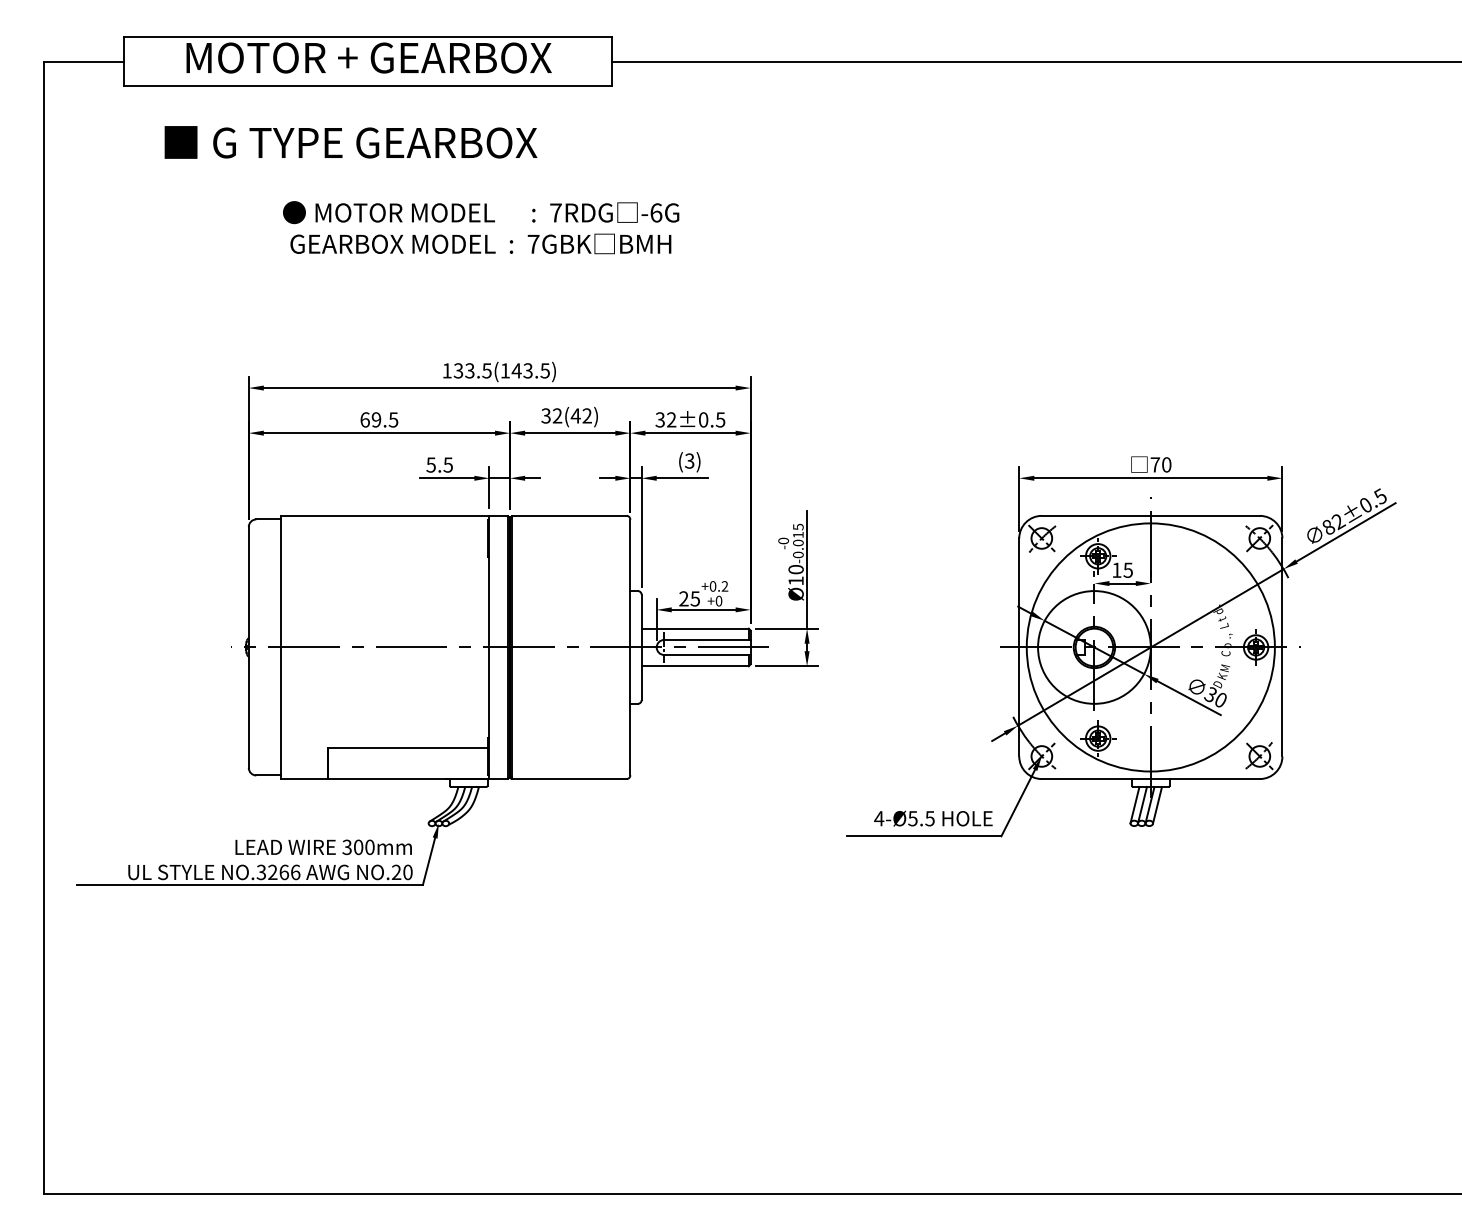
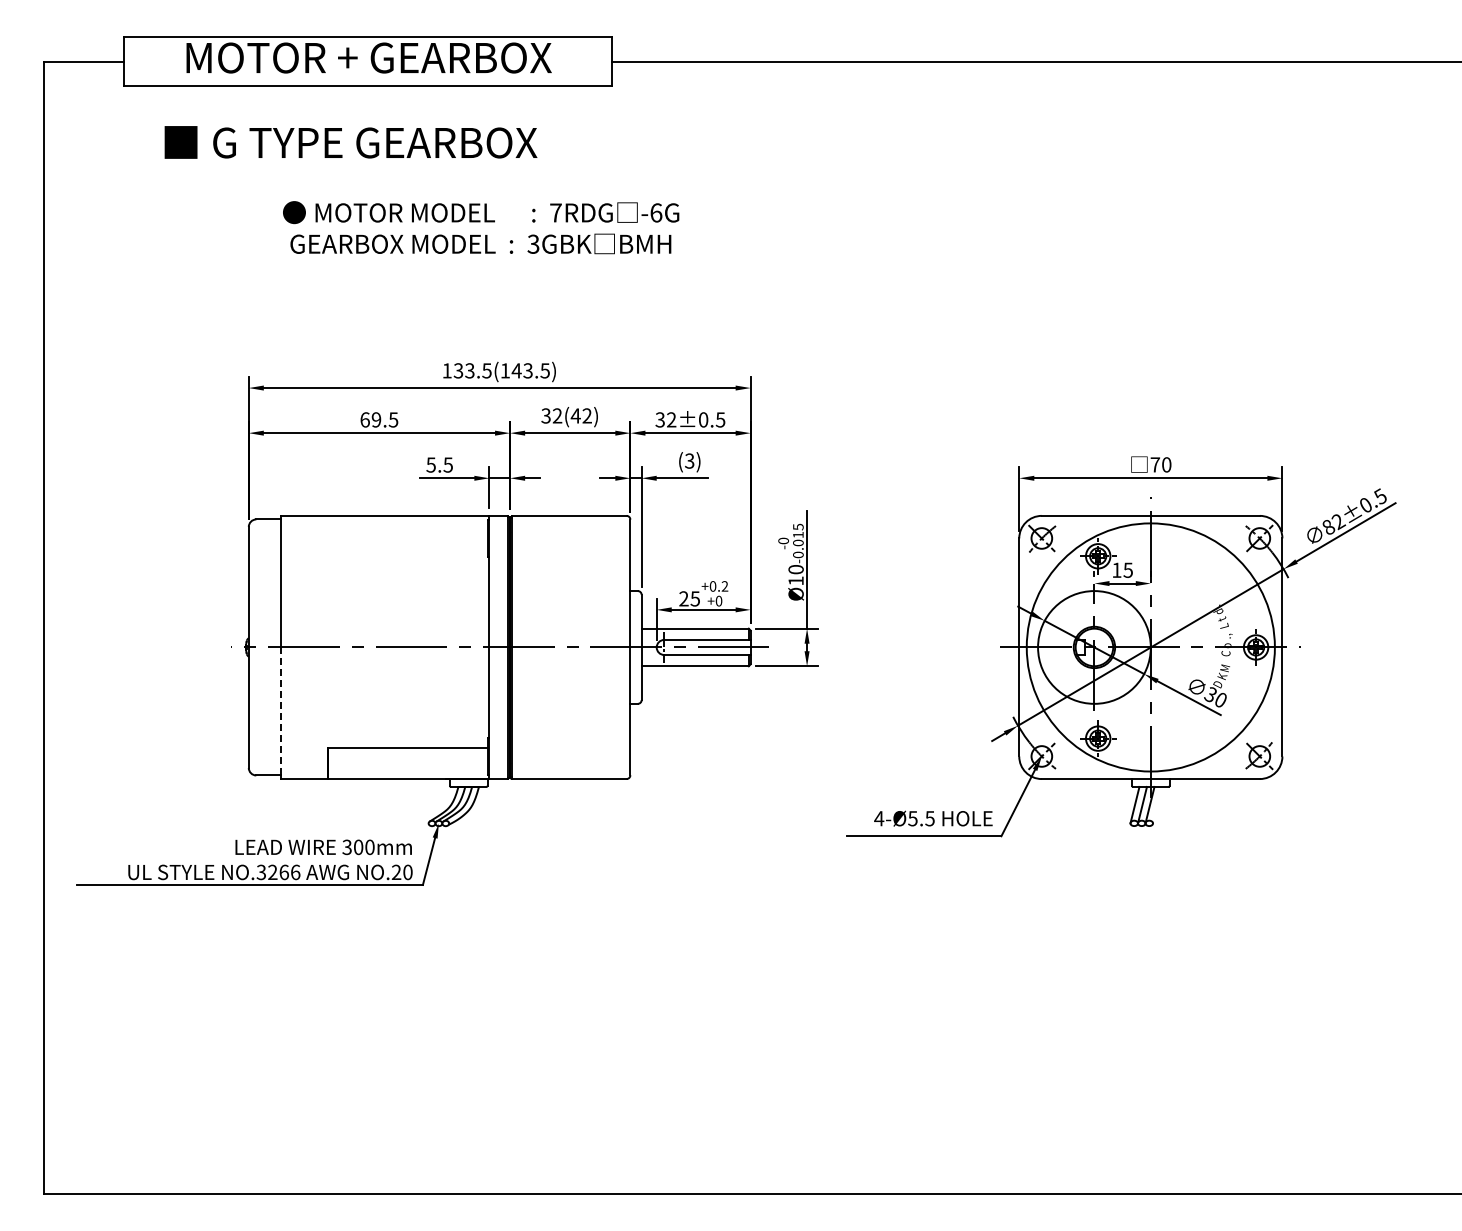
text at (533, 243): 7GBK -> 3GBK
line at (280, 710): solid -> dashed
line at (1157, 804): present -> none
